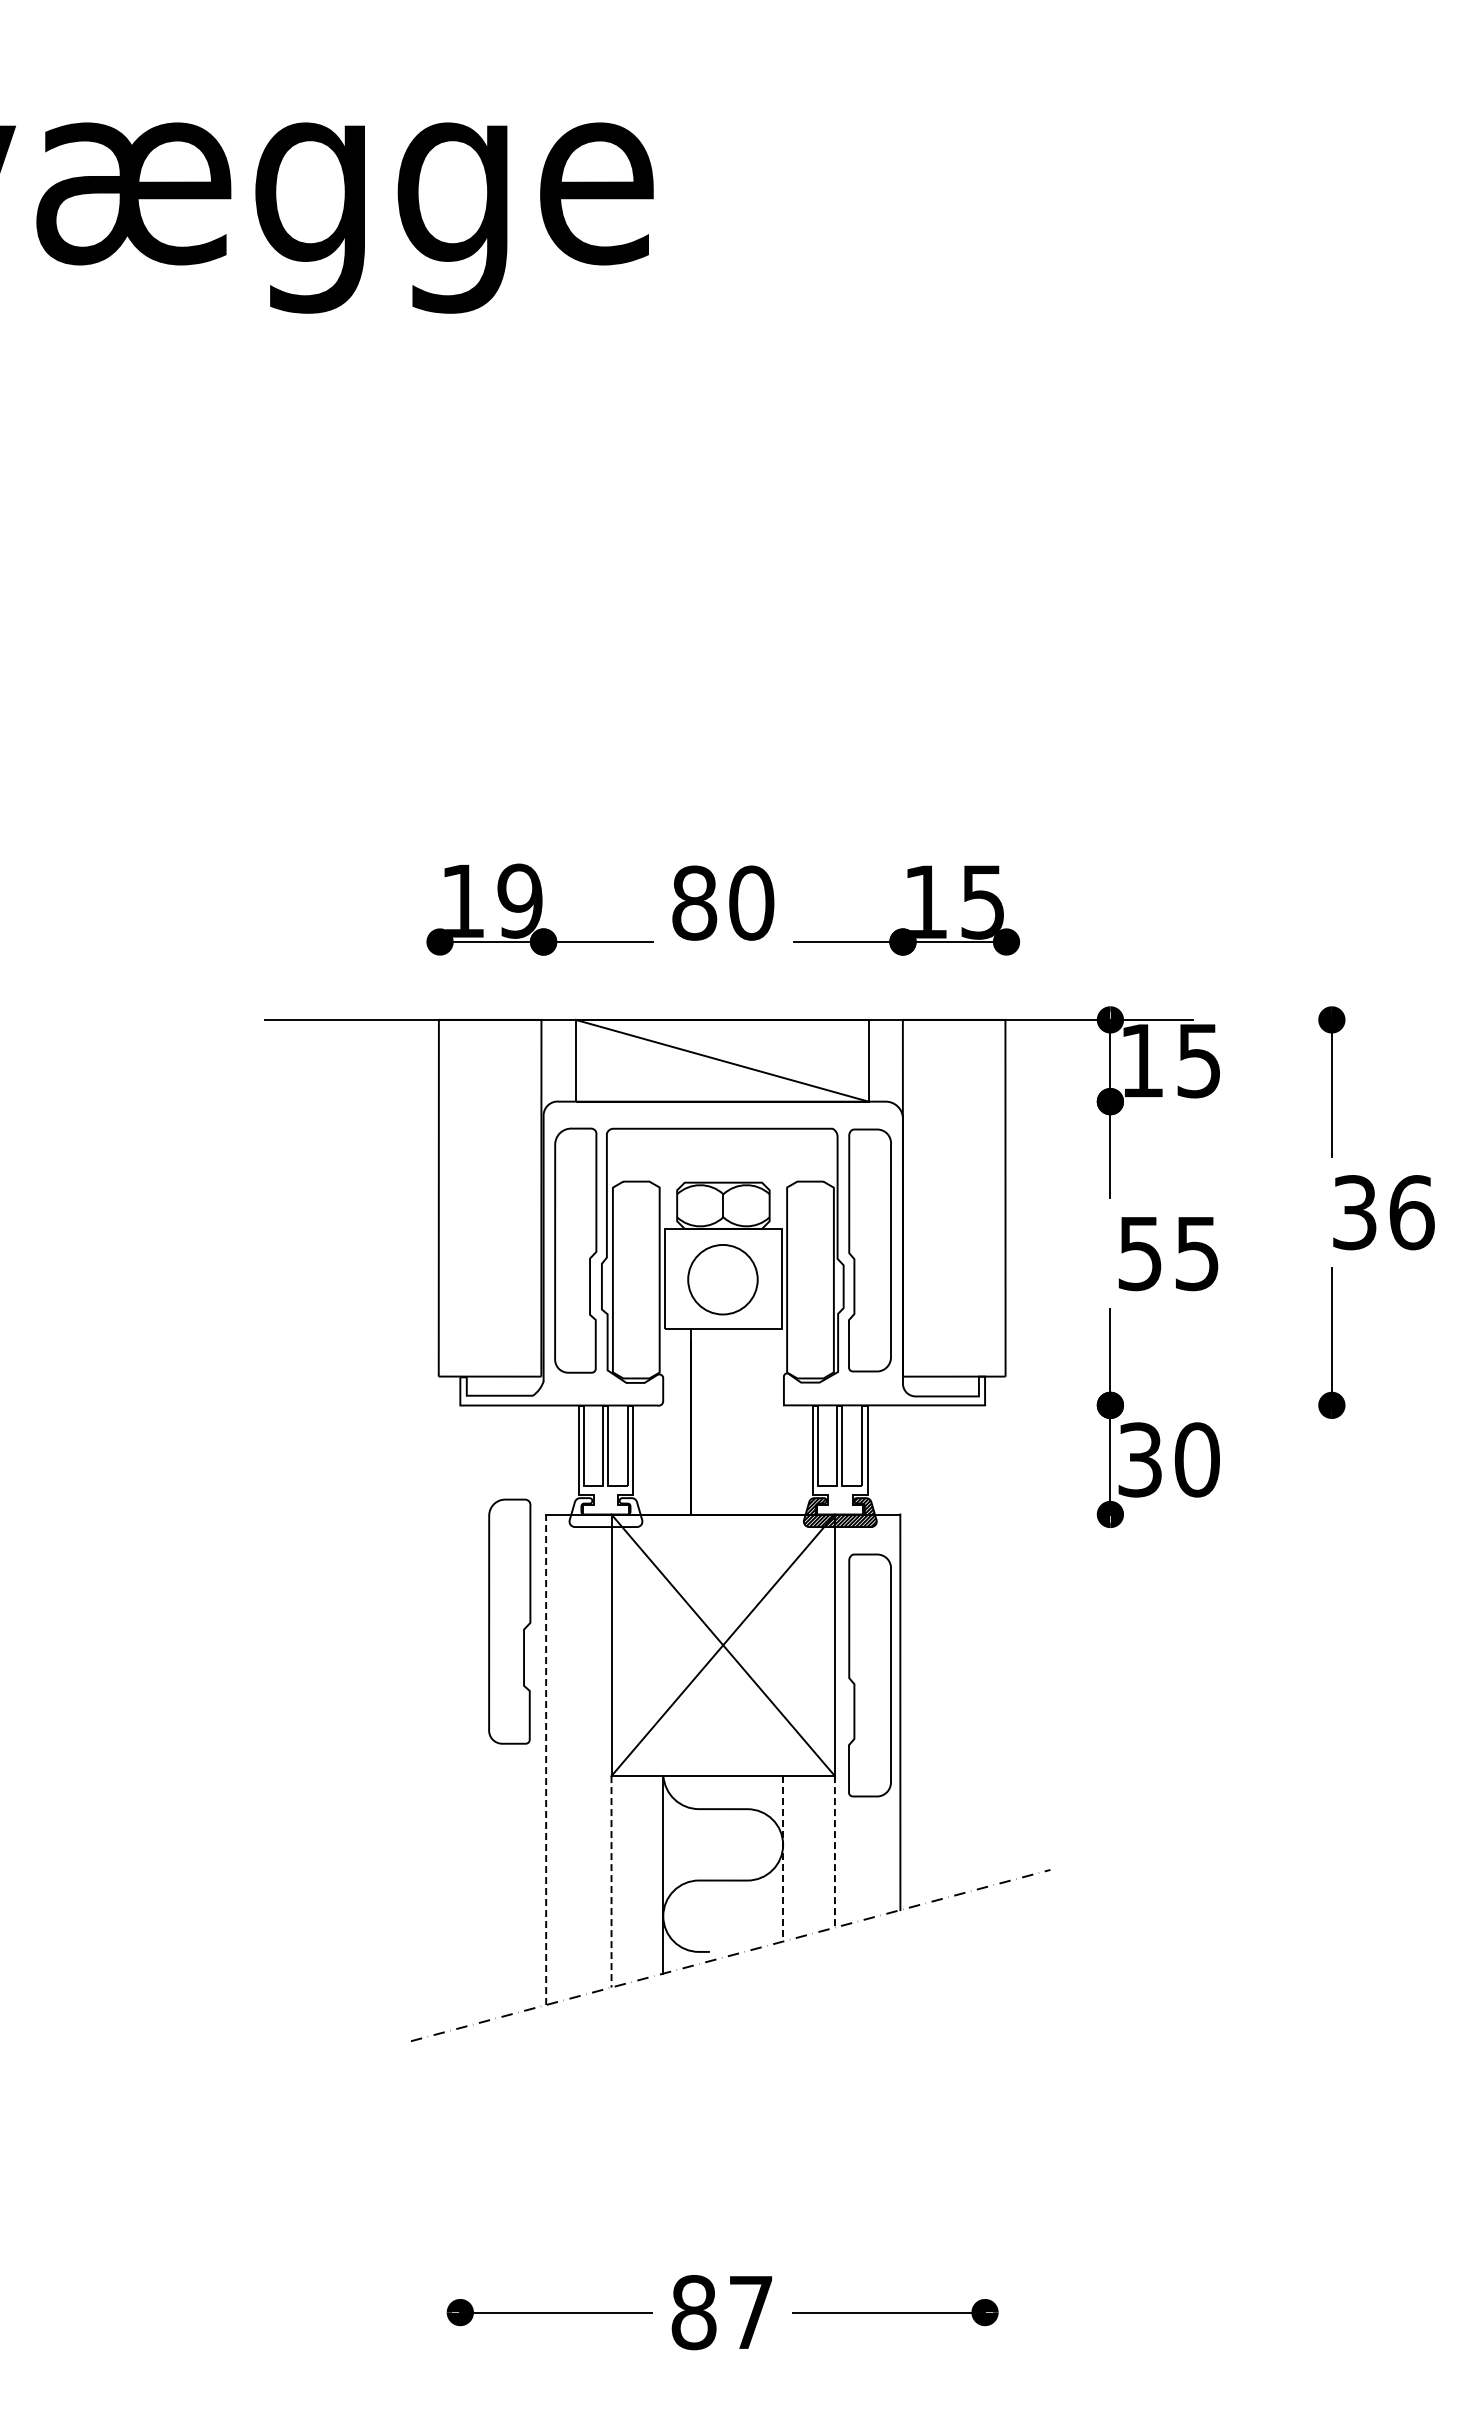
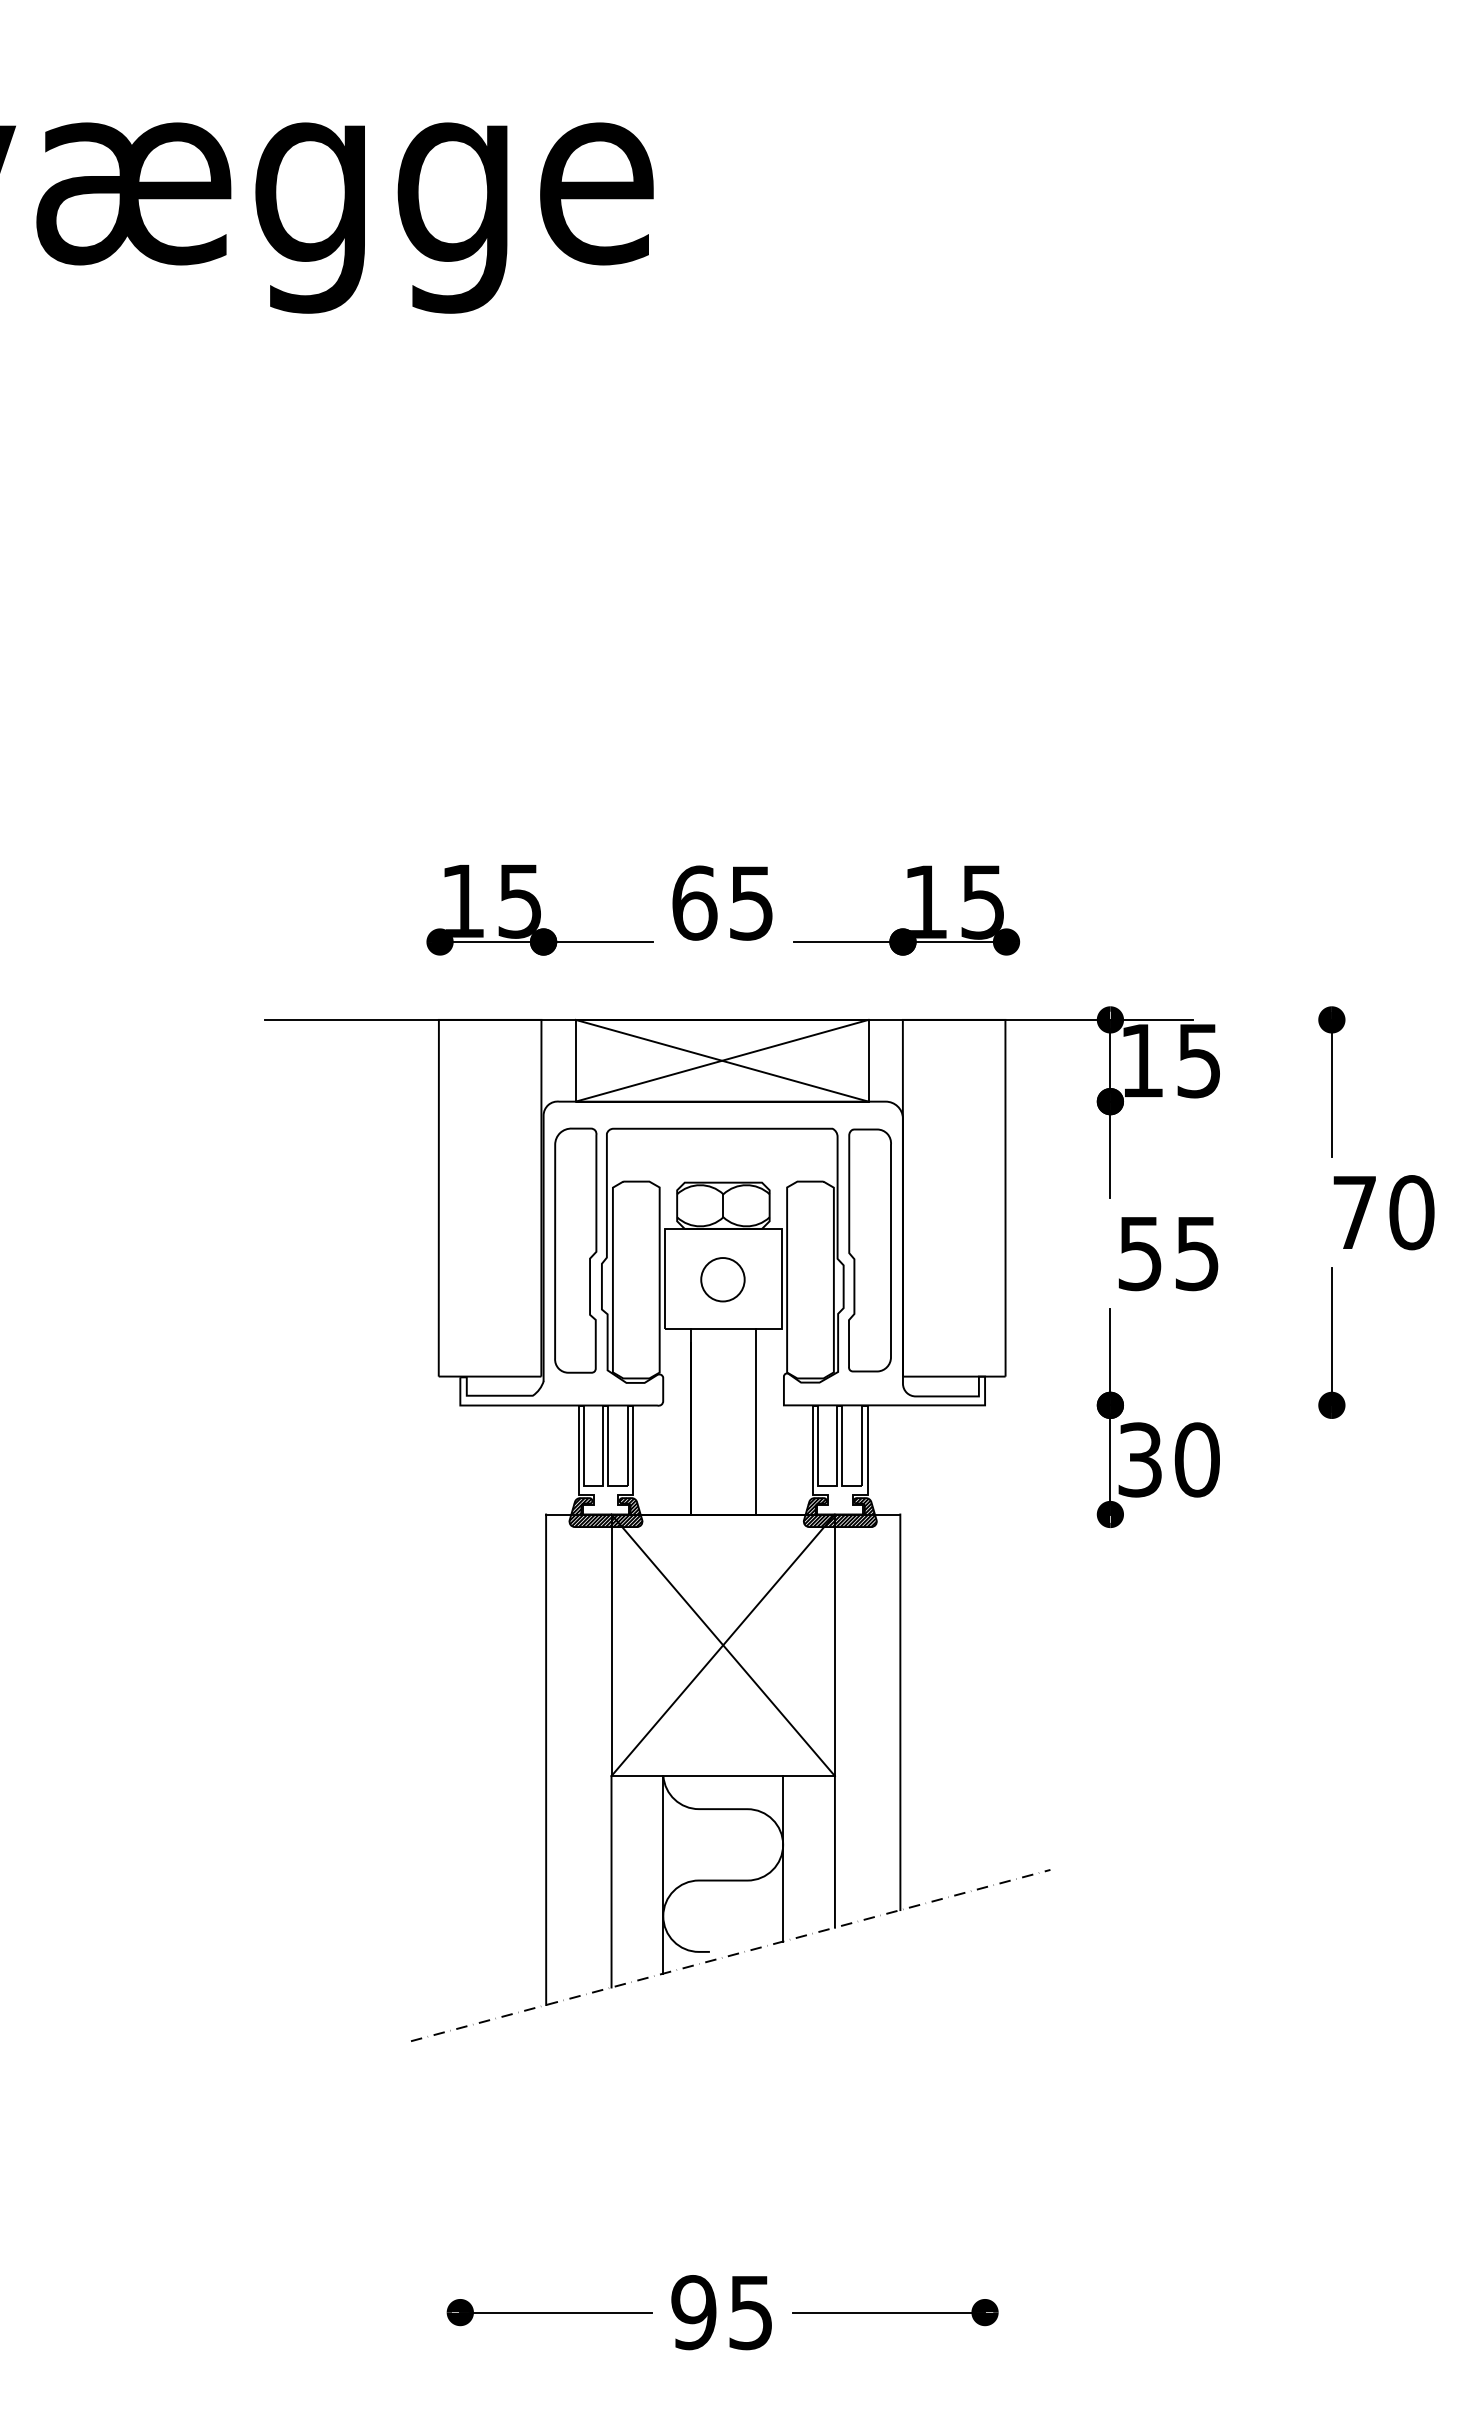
text at (519, 900): 19 -> 15
text at (723, 902): 80 -> 65
line at (721, 1060): none -> present
text at (1383, 1212): 36 -> 70
circle at (722, 1279) diameter: 70 px -> 43 px
line at (756, 1421): none -> present
hatch at (605, 1512): none -> present
part at (509, 1621): present -> none
part at (869, 1675): present -> none
line at (546, 1759): dashed -> solid
line at (834, 1851): dashed -> solid
line at (782, 1858): dashed -> solid
line at (611, 1881): dashed -> solid
text at (721, 2312): 87 -> 95
